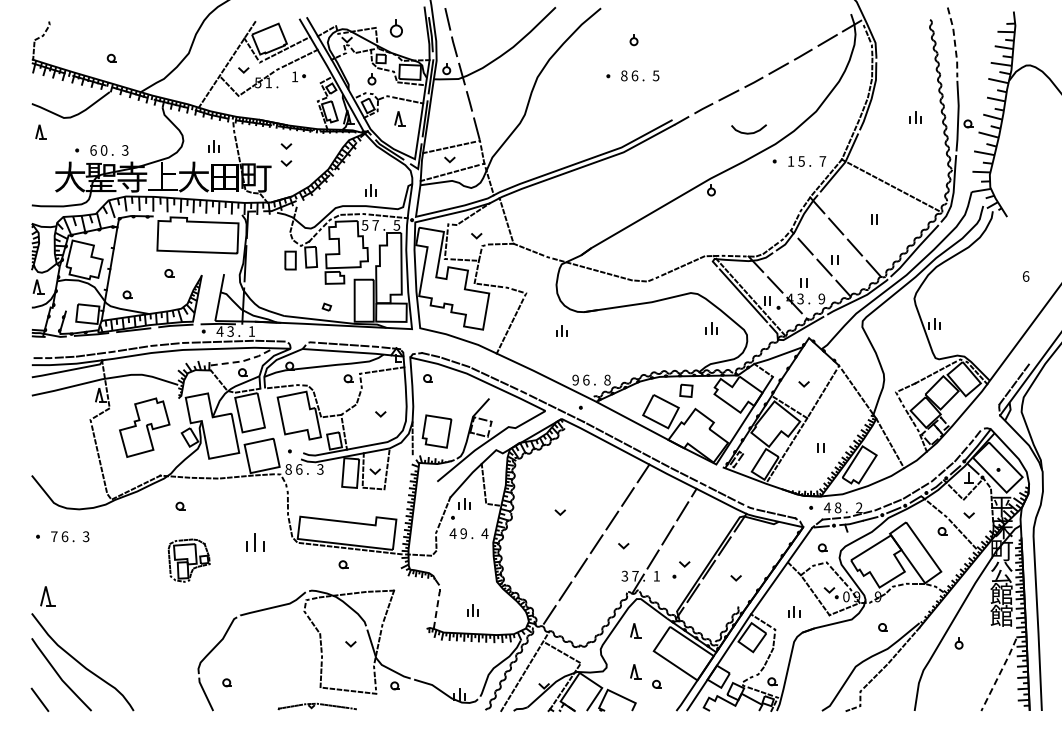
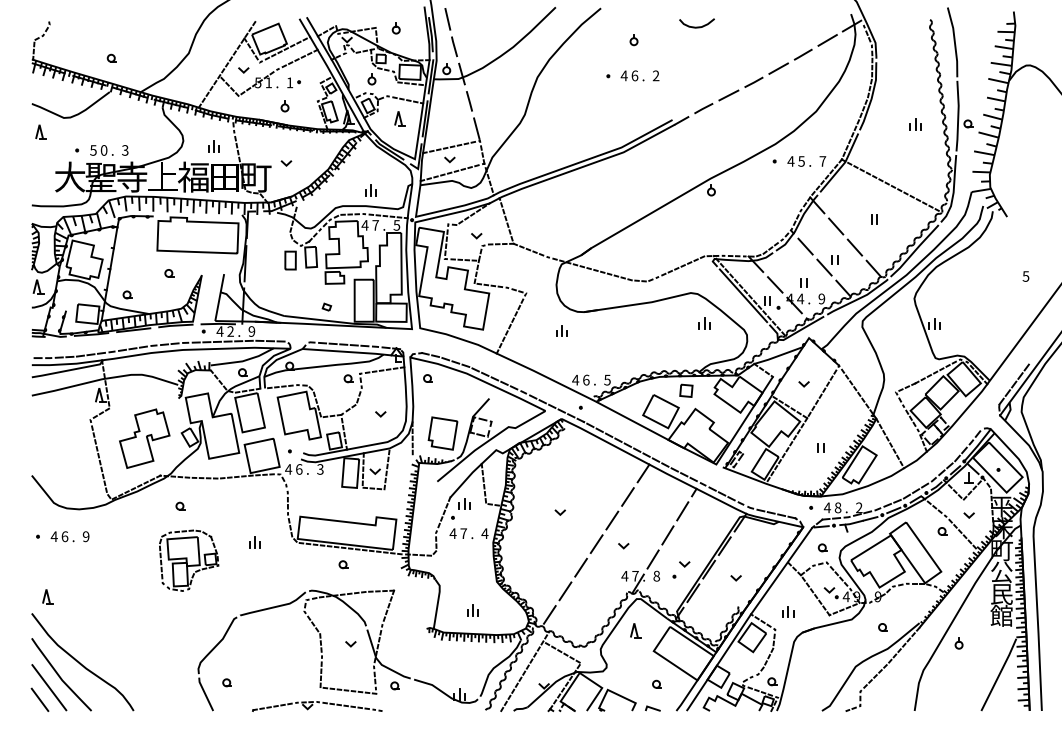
part at (395, 28) size: 14x19 px -> 10x13 px
line at (954, 41): dashed -> solid
text at (623, 75): 8 -> 4
text at (655, 75): 5 -> 2
part at (298, 76) position: (298, 76) -> (293, 82)
part at (284, 106): none -> present
part at (915, 117) position: (915, 117) -> (915, 124)
curve at (748, 132) position: (748, 132) -> (696, 26)
line at (285, 146): present -> none
text at (93, 150): 6 -> 5
text at (790, 161): 1 -> 4
text at (193, 176): 大 -> 福
text at (364, 225): 5 -> 4
text at (1025, 276): 6 -> 5
text at (800, 298): 3 -> 4
part at (711, 328) position: (711, 328) -> (704, 323)
text at (230, 331): 3 -> 2
text at (251, 331): 1 -> 9
line at (243, 361): dashed -> solid
text at (575, 379): 9 -> 4
text at (607, 379): 8 -> 5
part at (144, 427) position: (144, 427) -> (144, 438)
part at (436, 431) position: (436, 431) -> (442, 433)
text at (288, 469): 8 -> 4
text at (463, 533): 9 -> 7
text at (53, 536): 7 -> 4
text at (85, 536): 3 -> 9
part at (255, 542) size: 19x19 px -> 12x13 px
part at (188, 560) size: 44x45 px -> 61x63 px
text at (624, 575): 3 -> 4
text at (656, 575): 1 -> 8
text at (1001, 593): 館 -> 民
part at (47, 596) size: 16x21 px -> 12x16 px
text at (845, 596): 0 -> 4
line at (437, 602): dashed -> solid
part at (794, 611) position: (794, 611) -> (788, 611)
part at (635, 671): present -> none
line at (999, 674): dashed -> solid
line at (49, 687): none -> present
part at (316, 706) size: 80x9 px -> 131x11 px
line at (652, 708): none -> present
